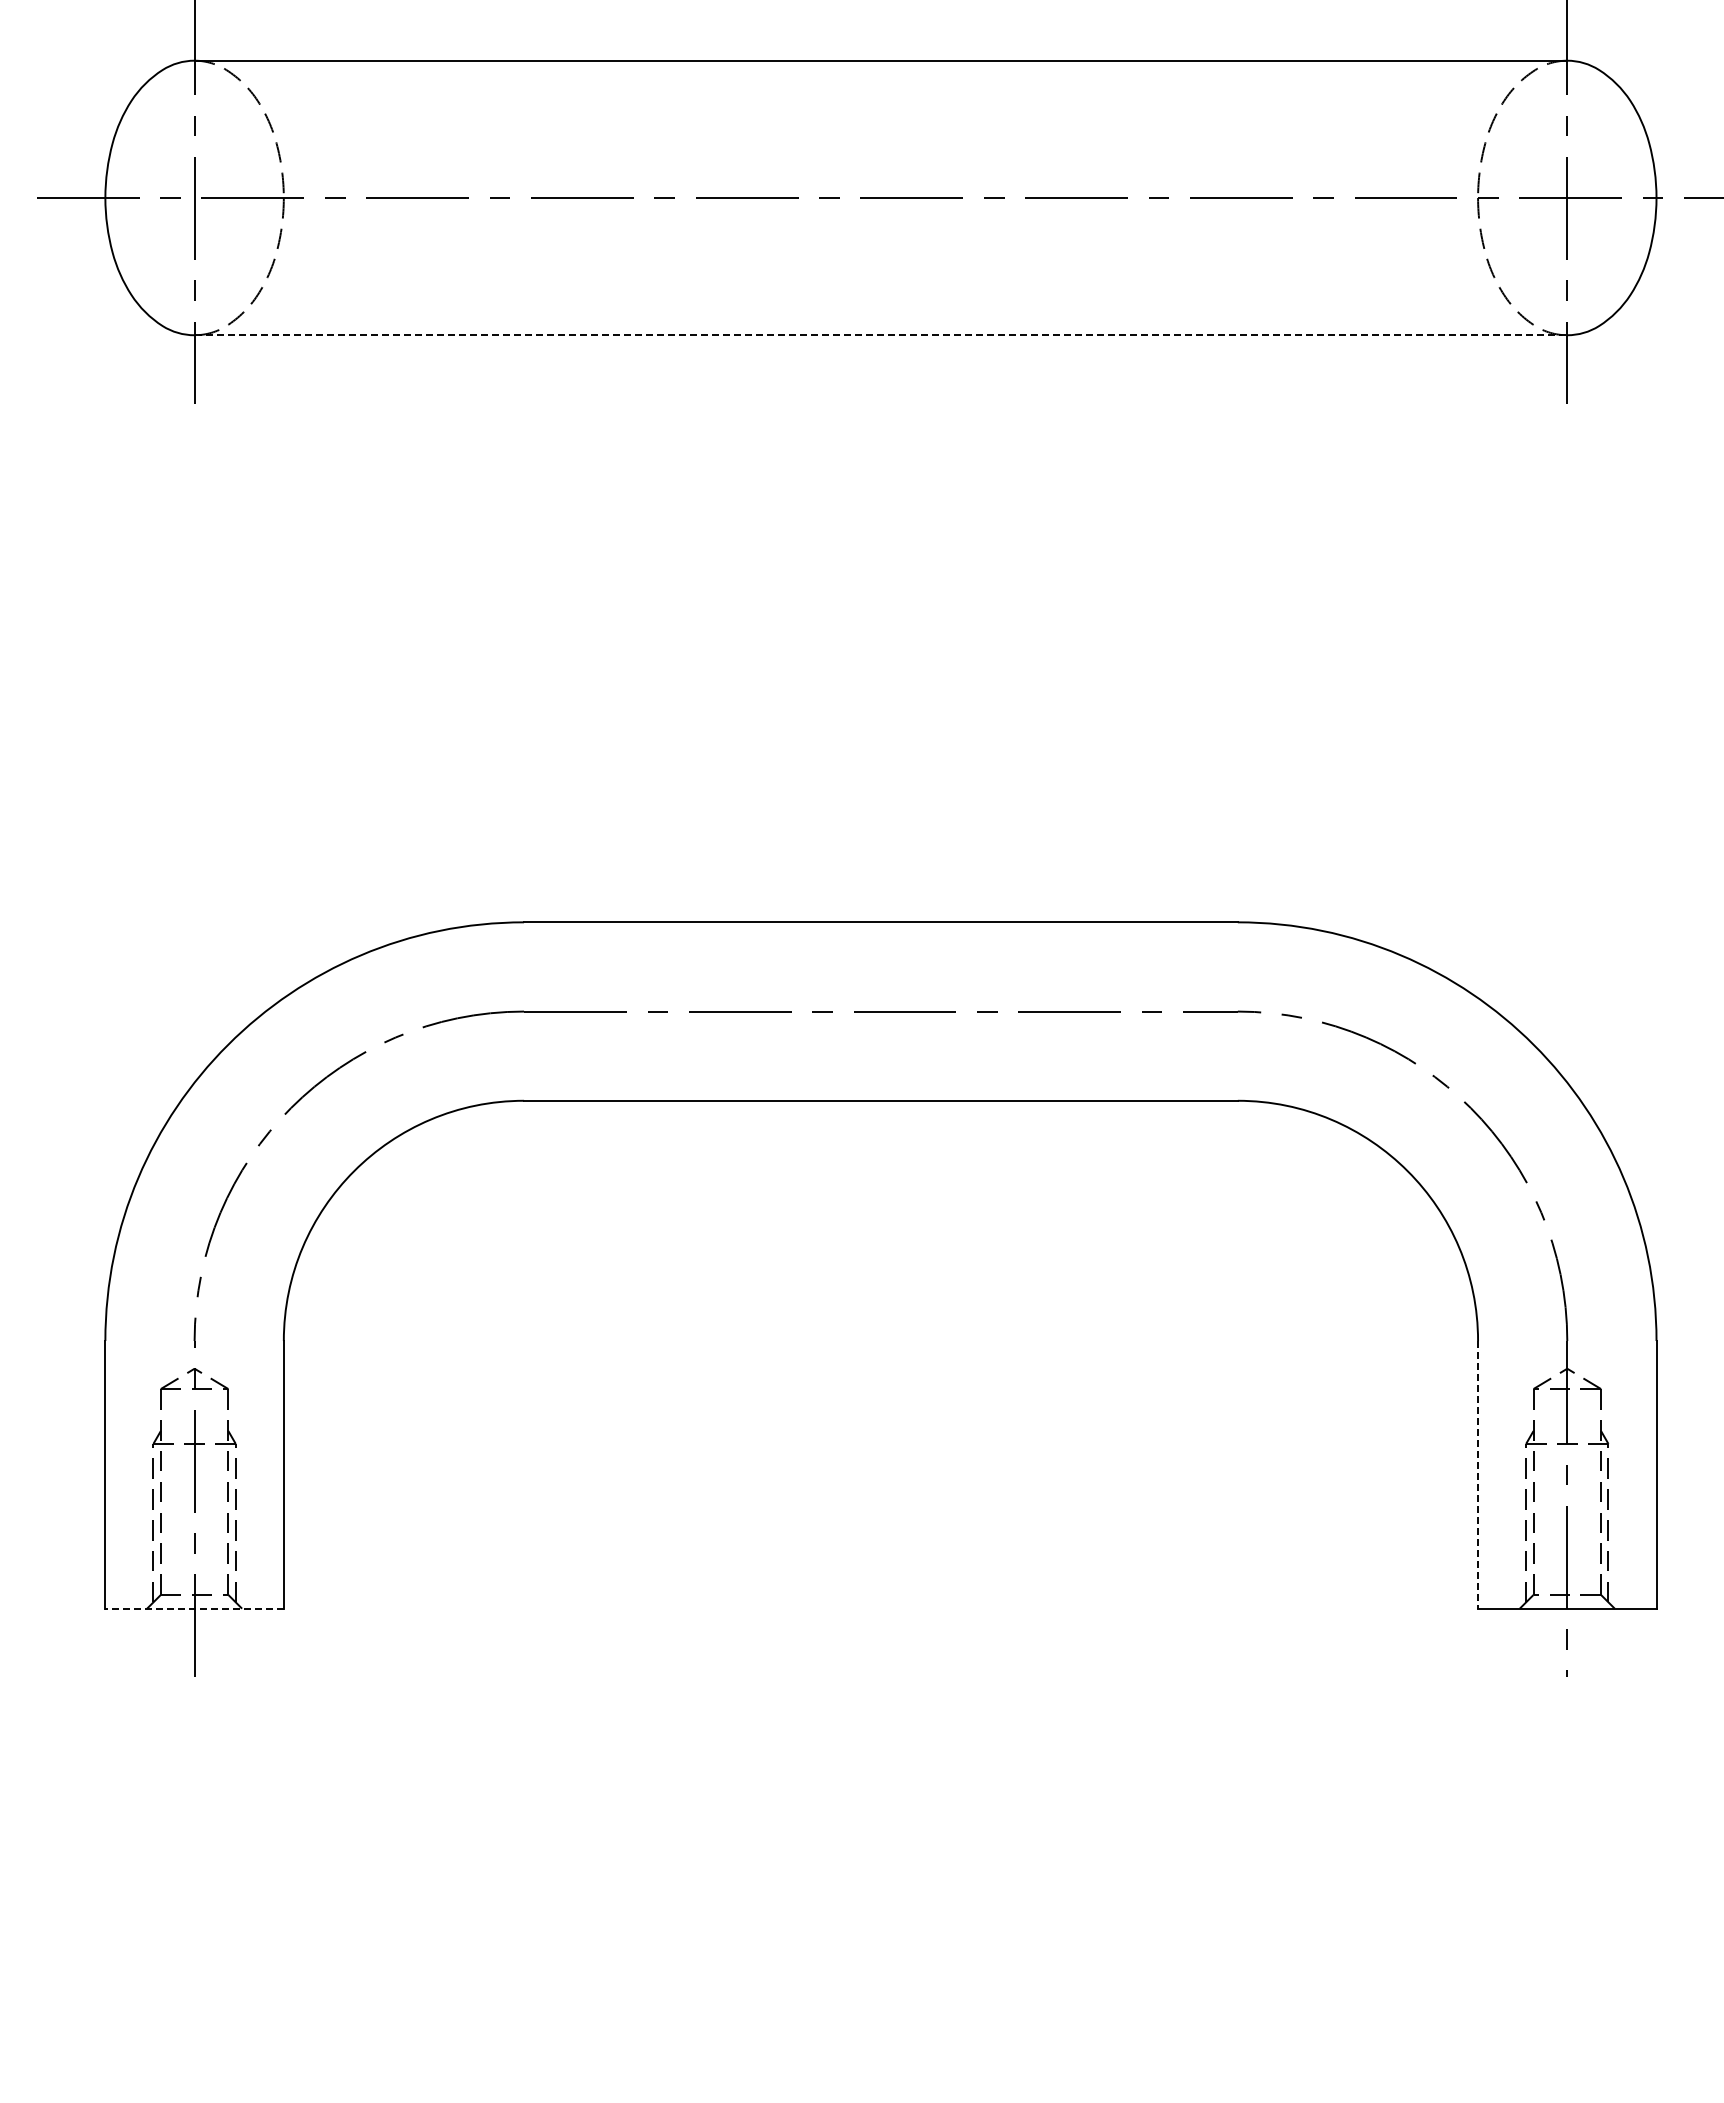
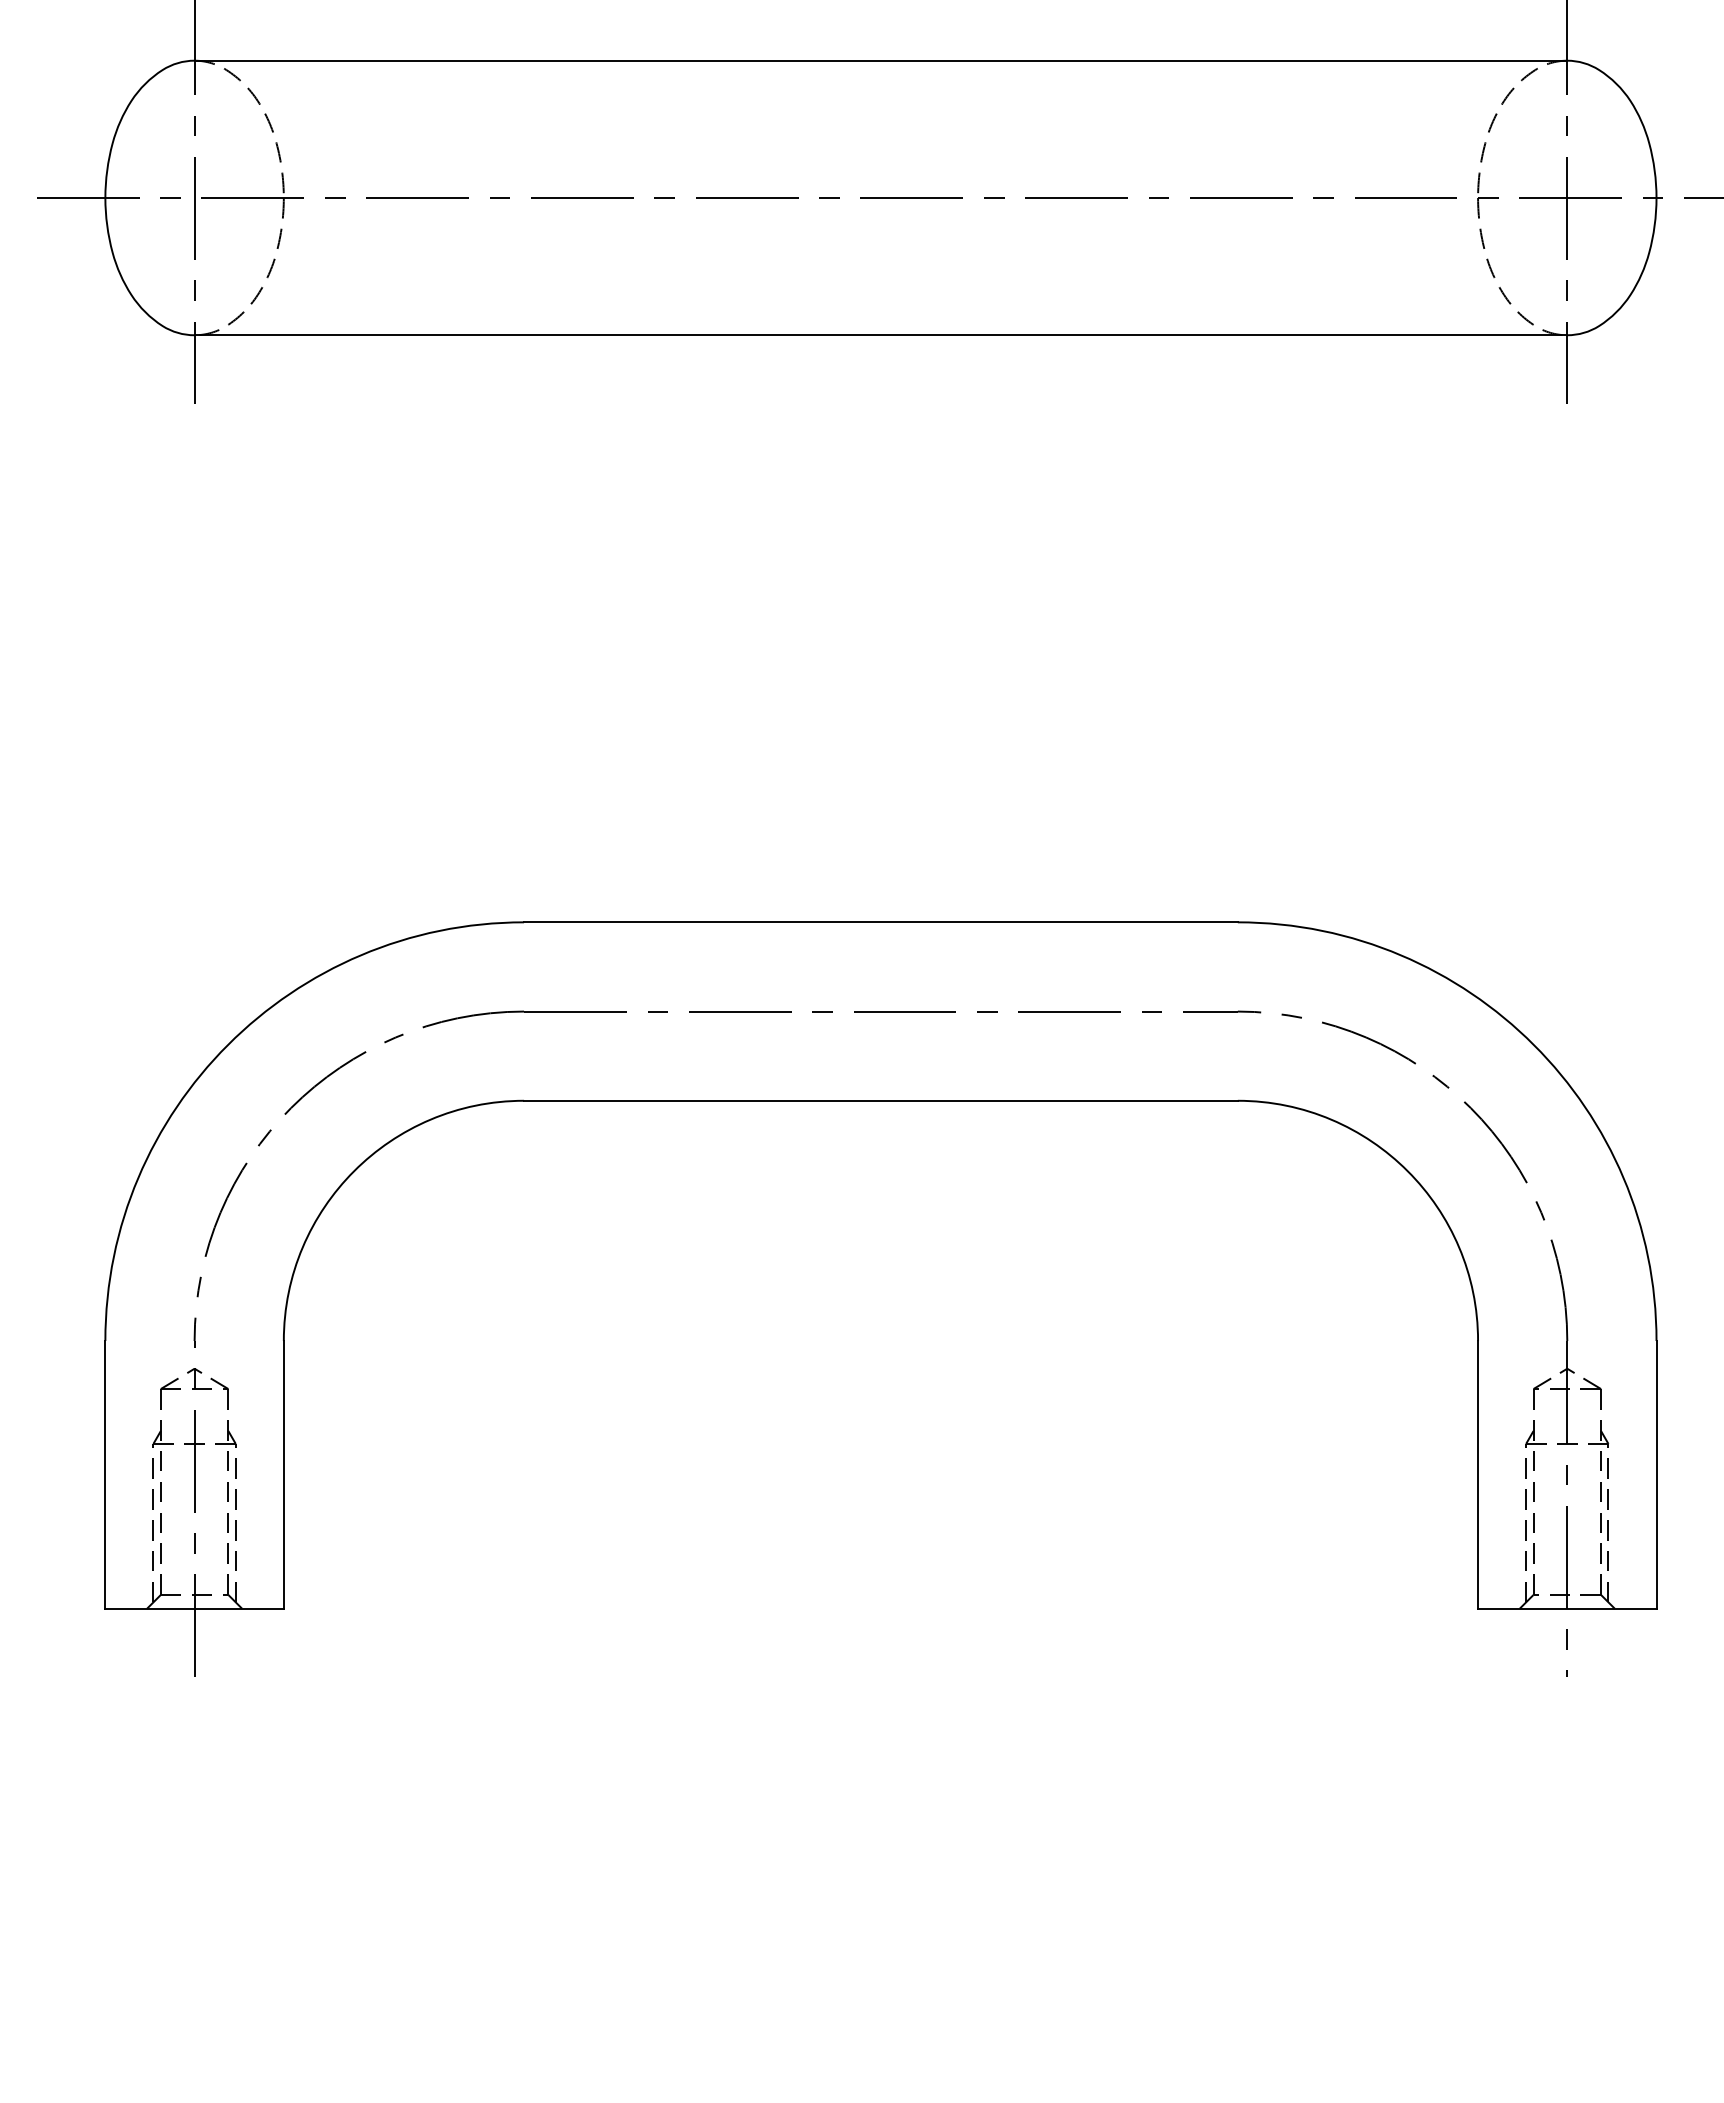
line at (881, 335): dashed -> solid
line at (1478, 1474): dashed -> solid
line at (194, 1608): dashed -> solid
